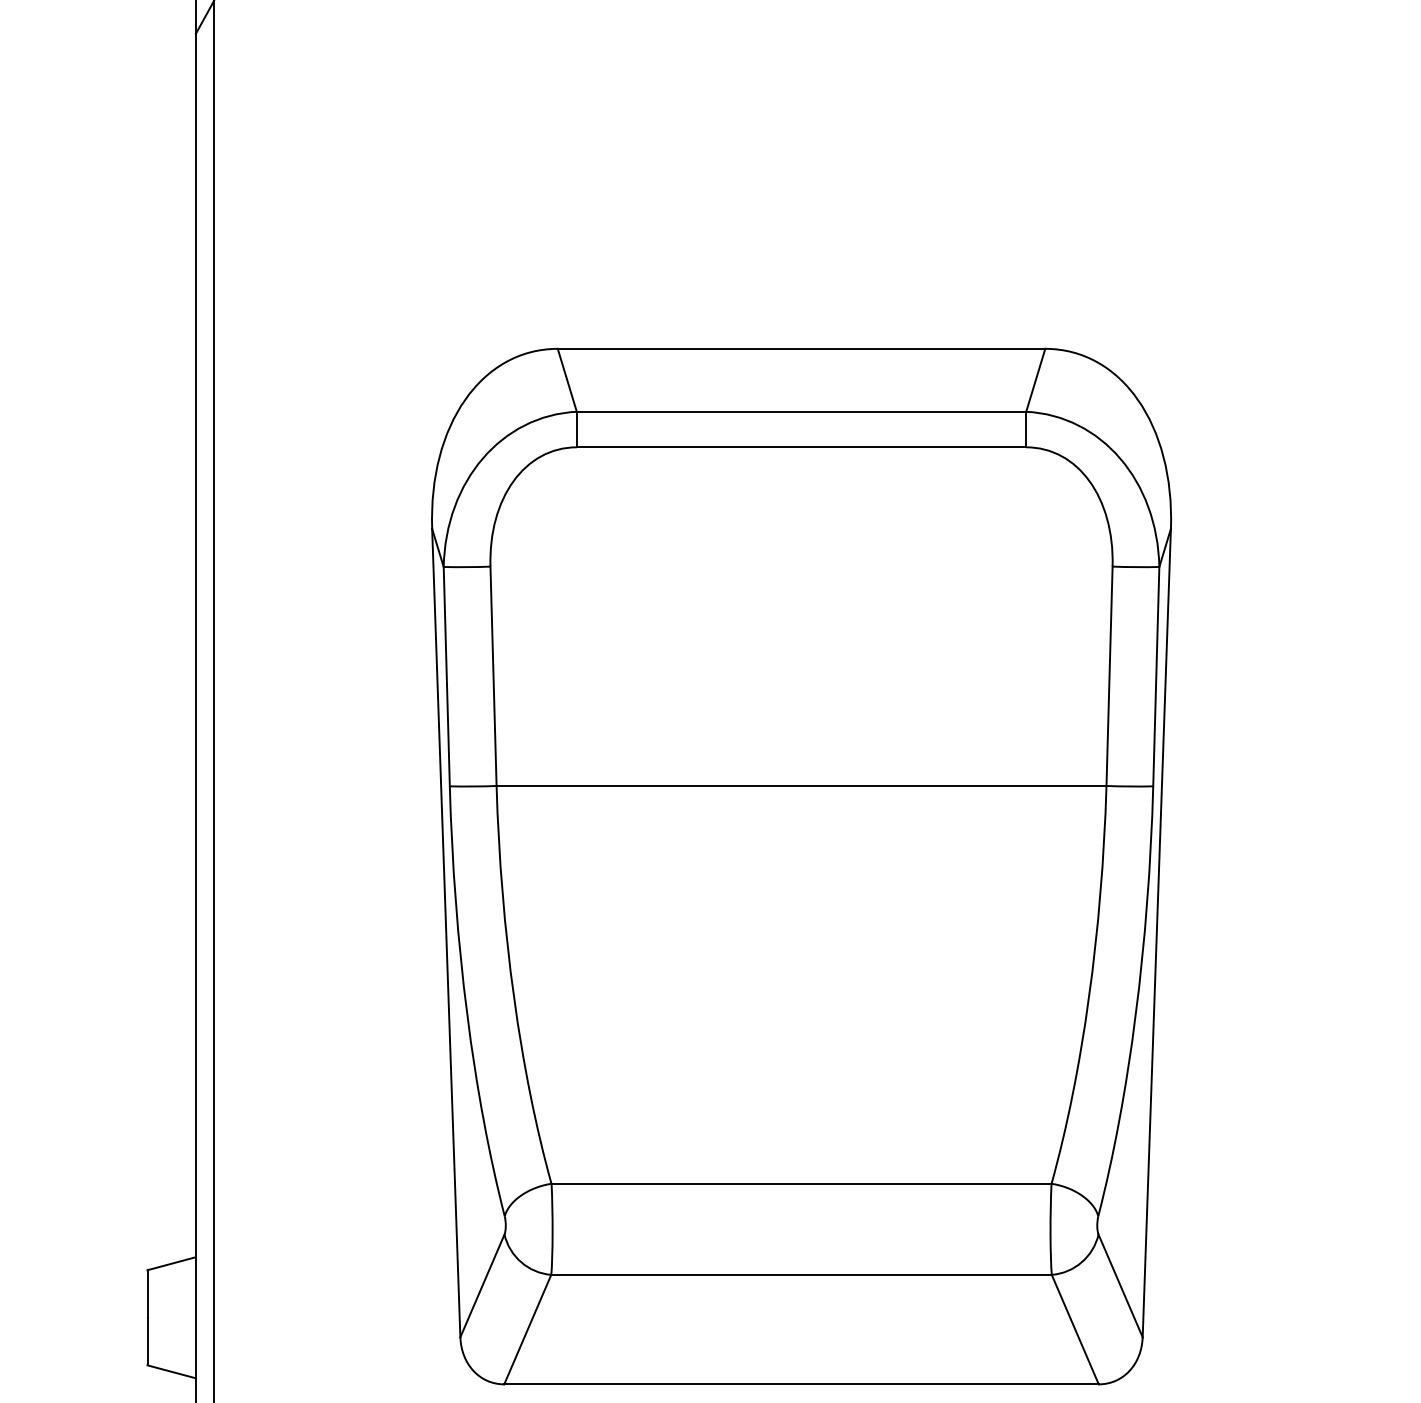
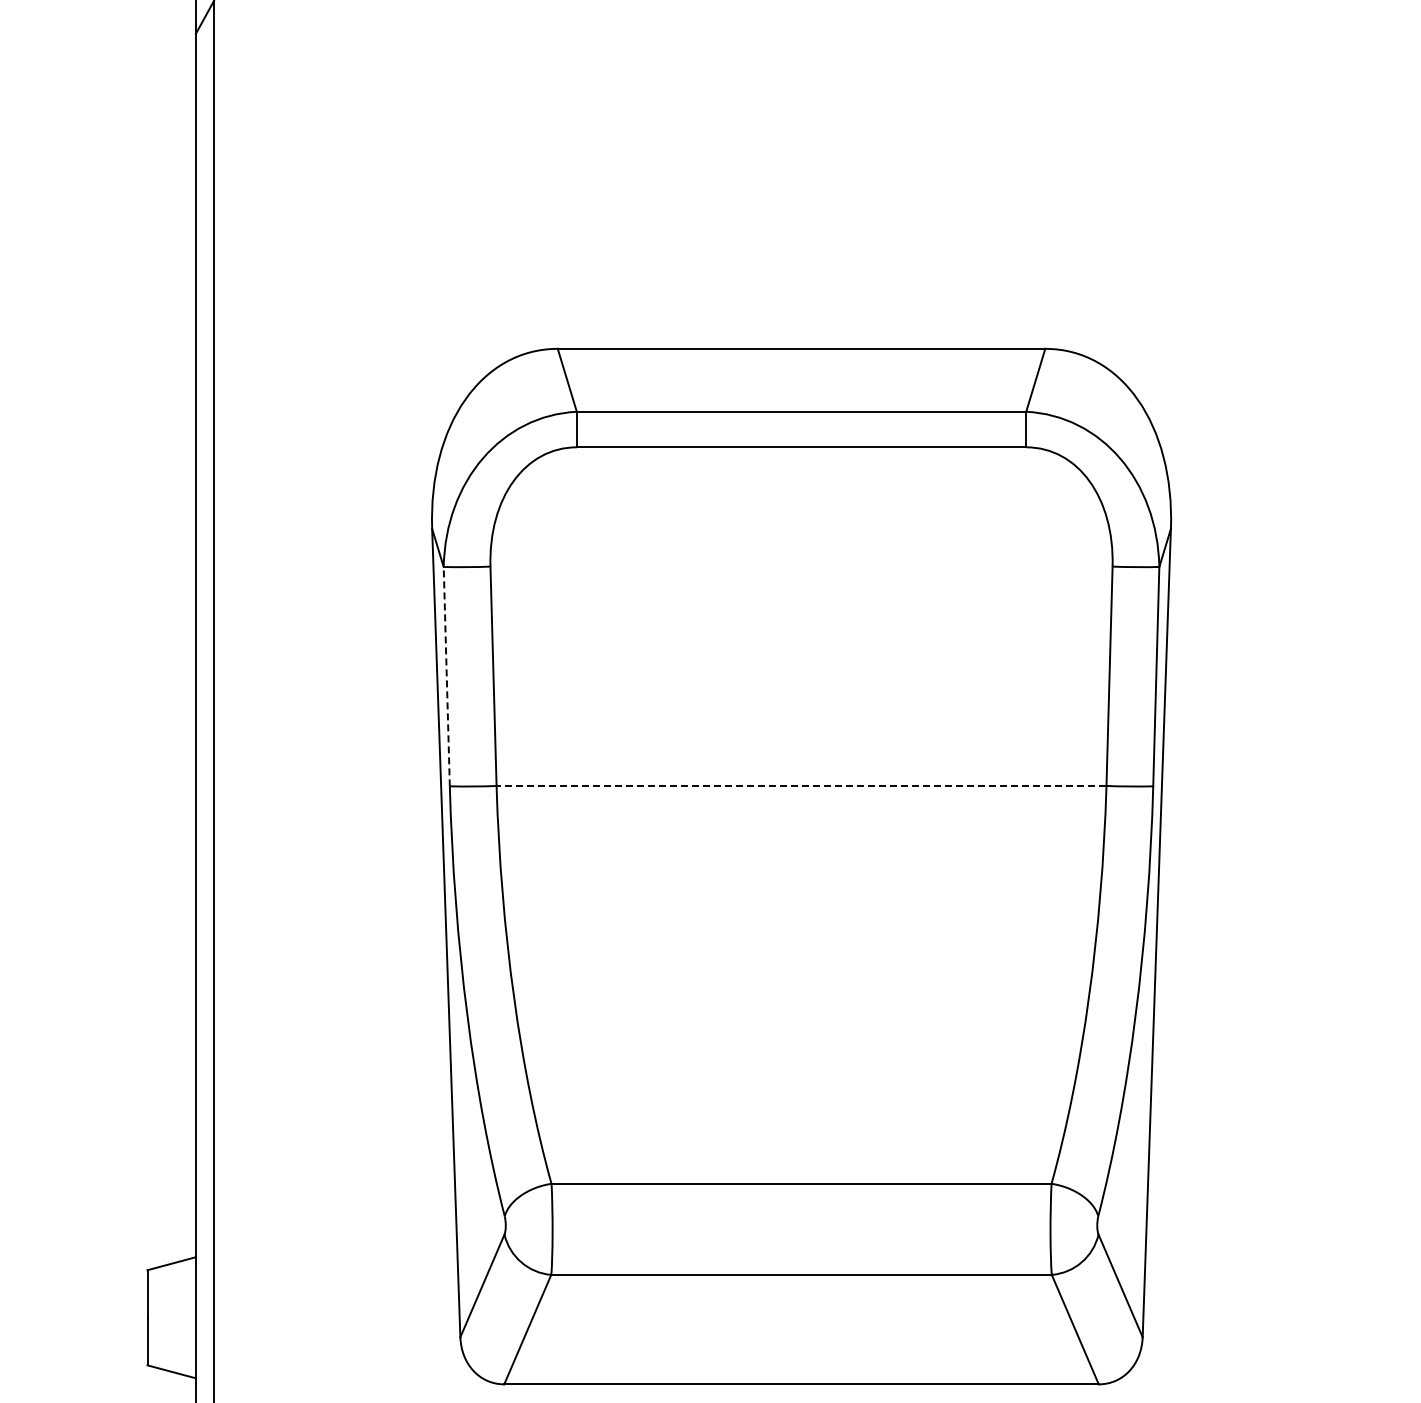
line at (446, 676): solid -> dashed
line at (801, 785): solid -> dashed
